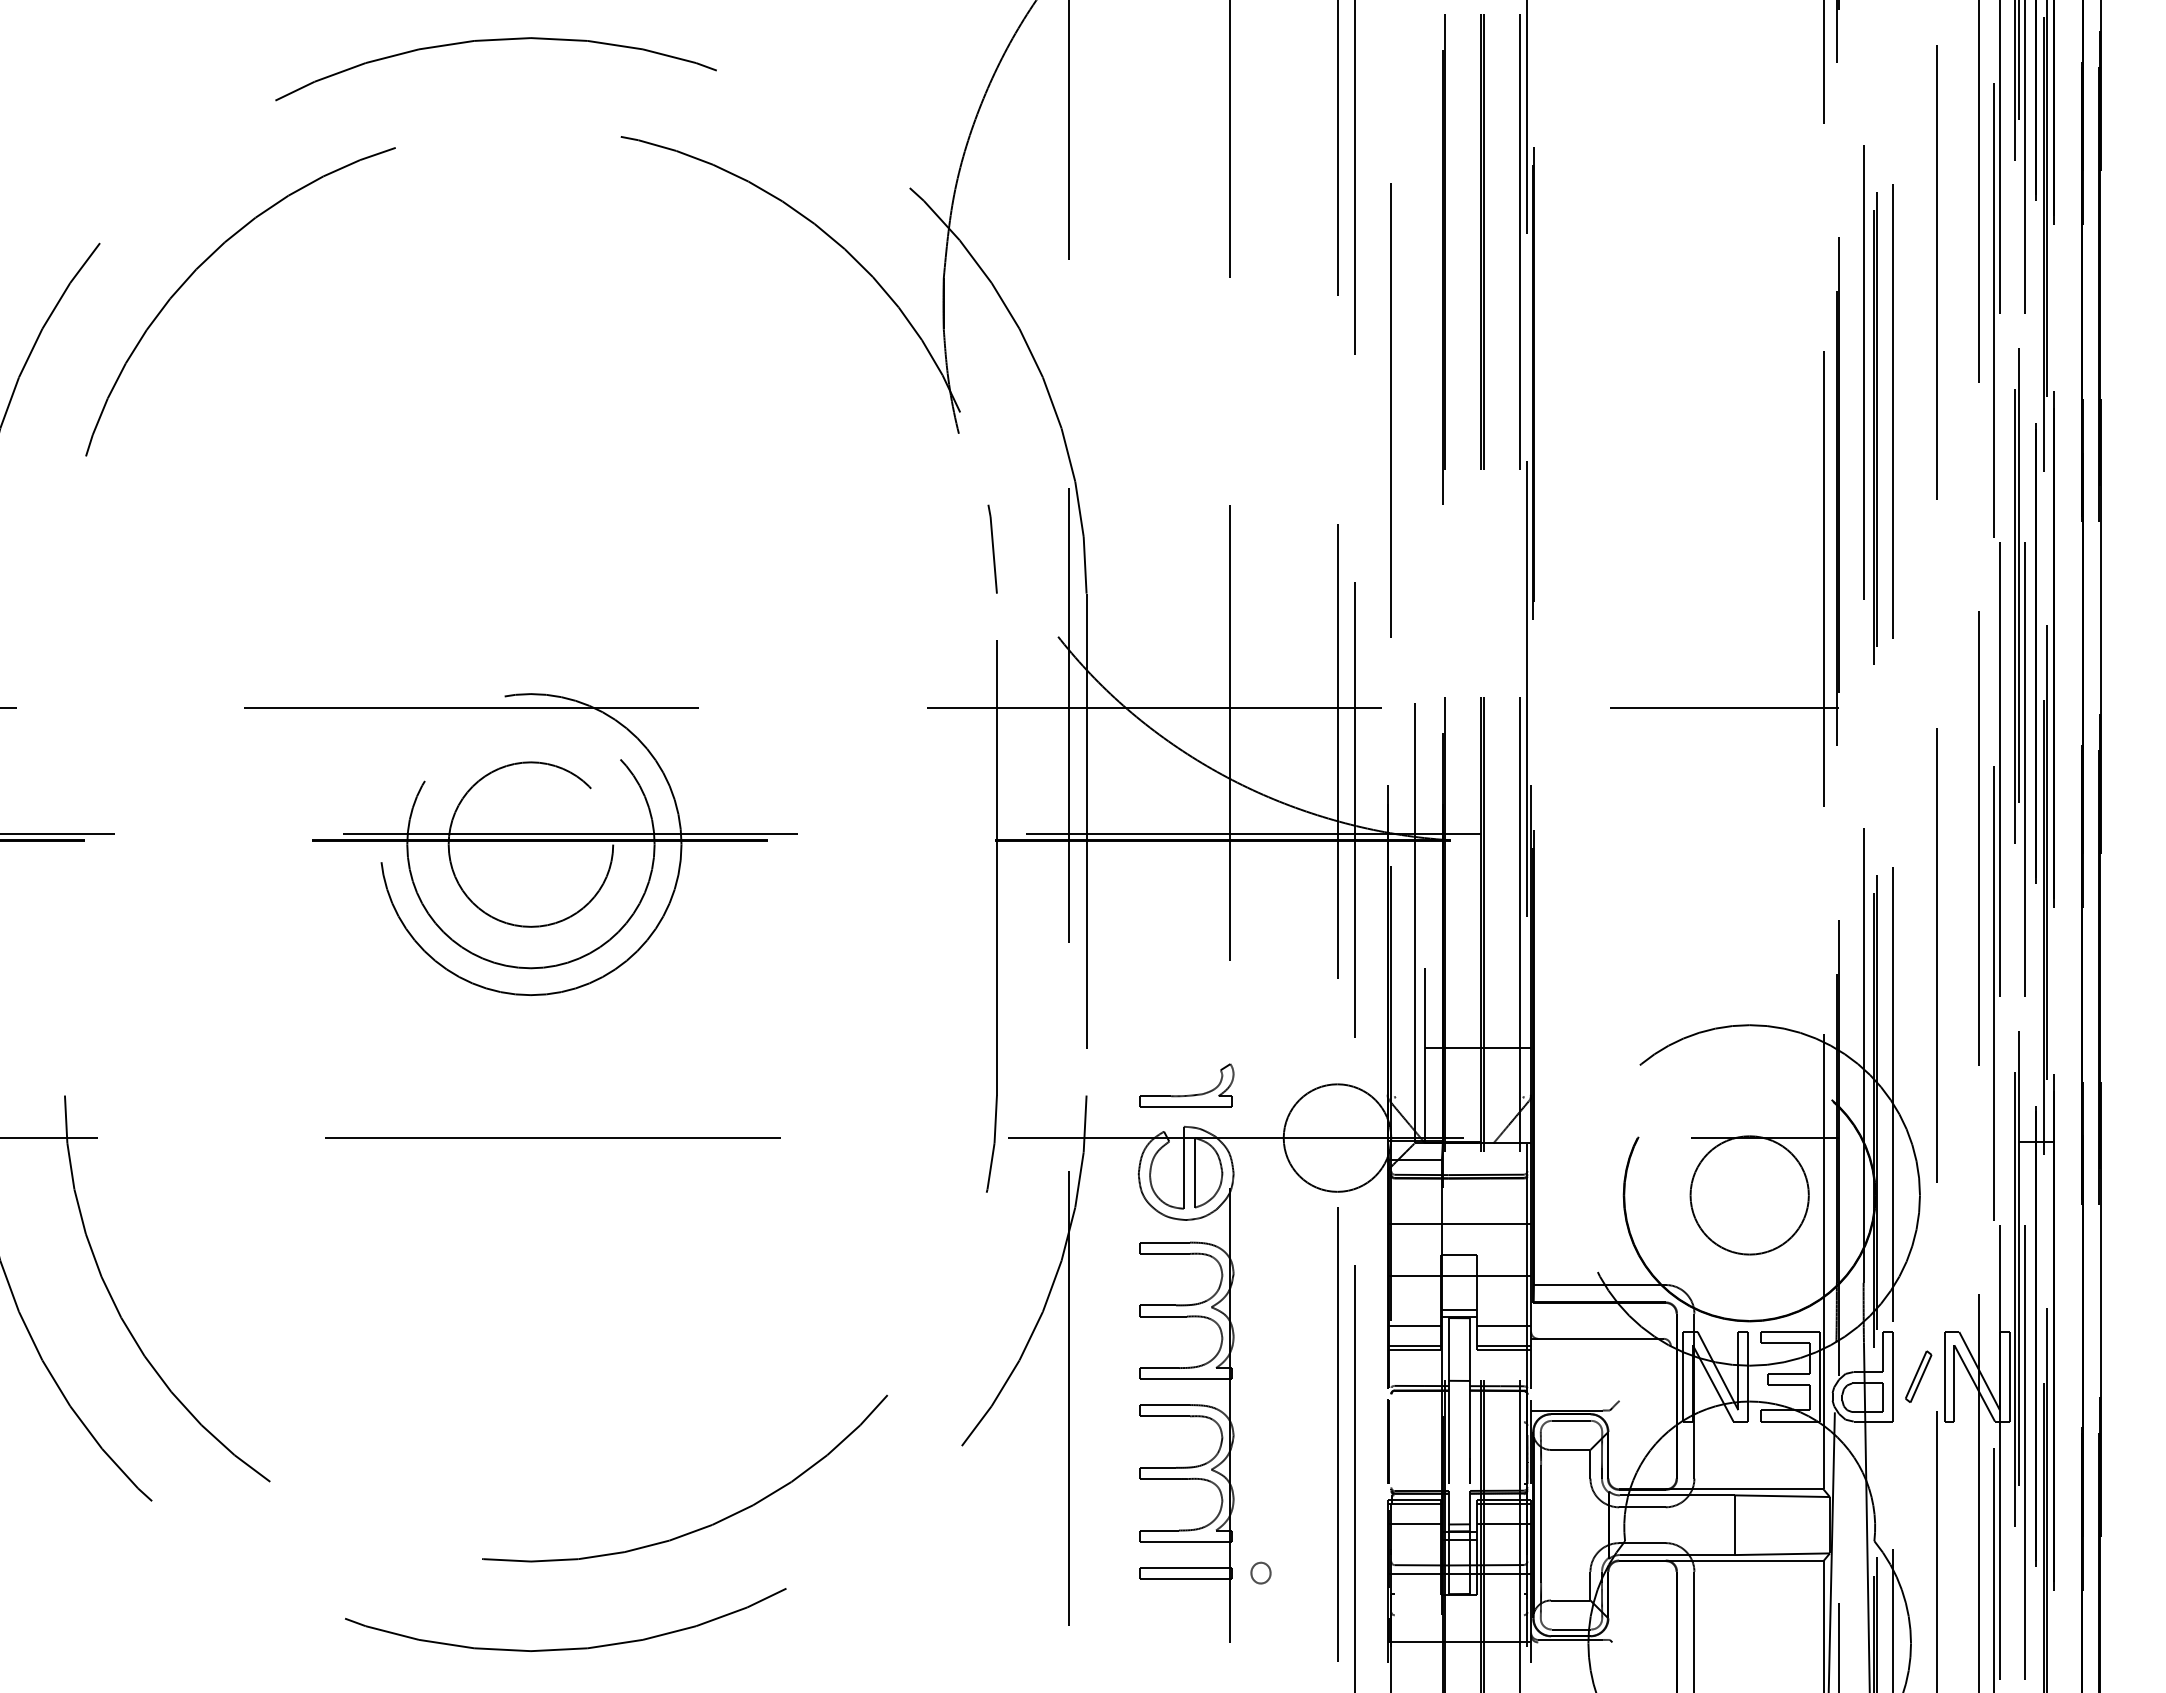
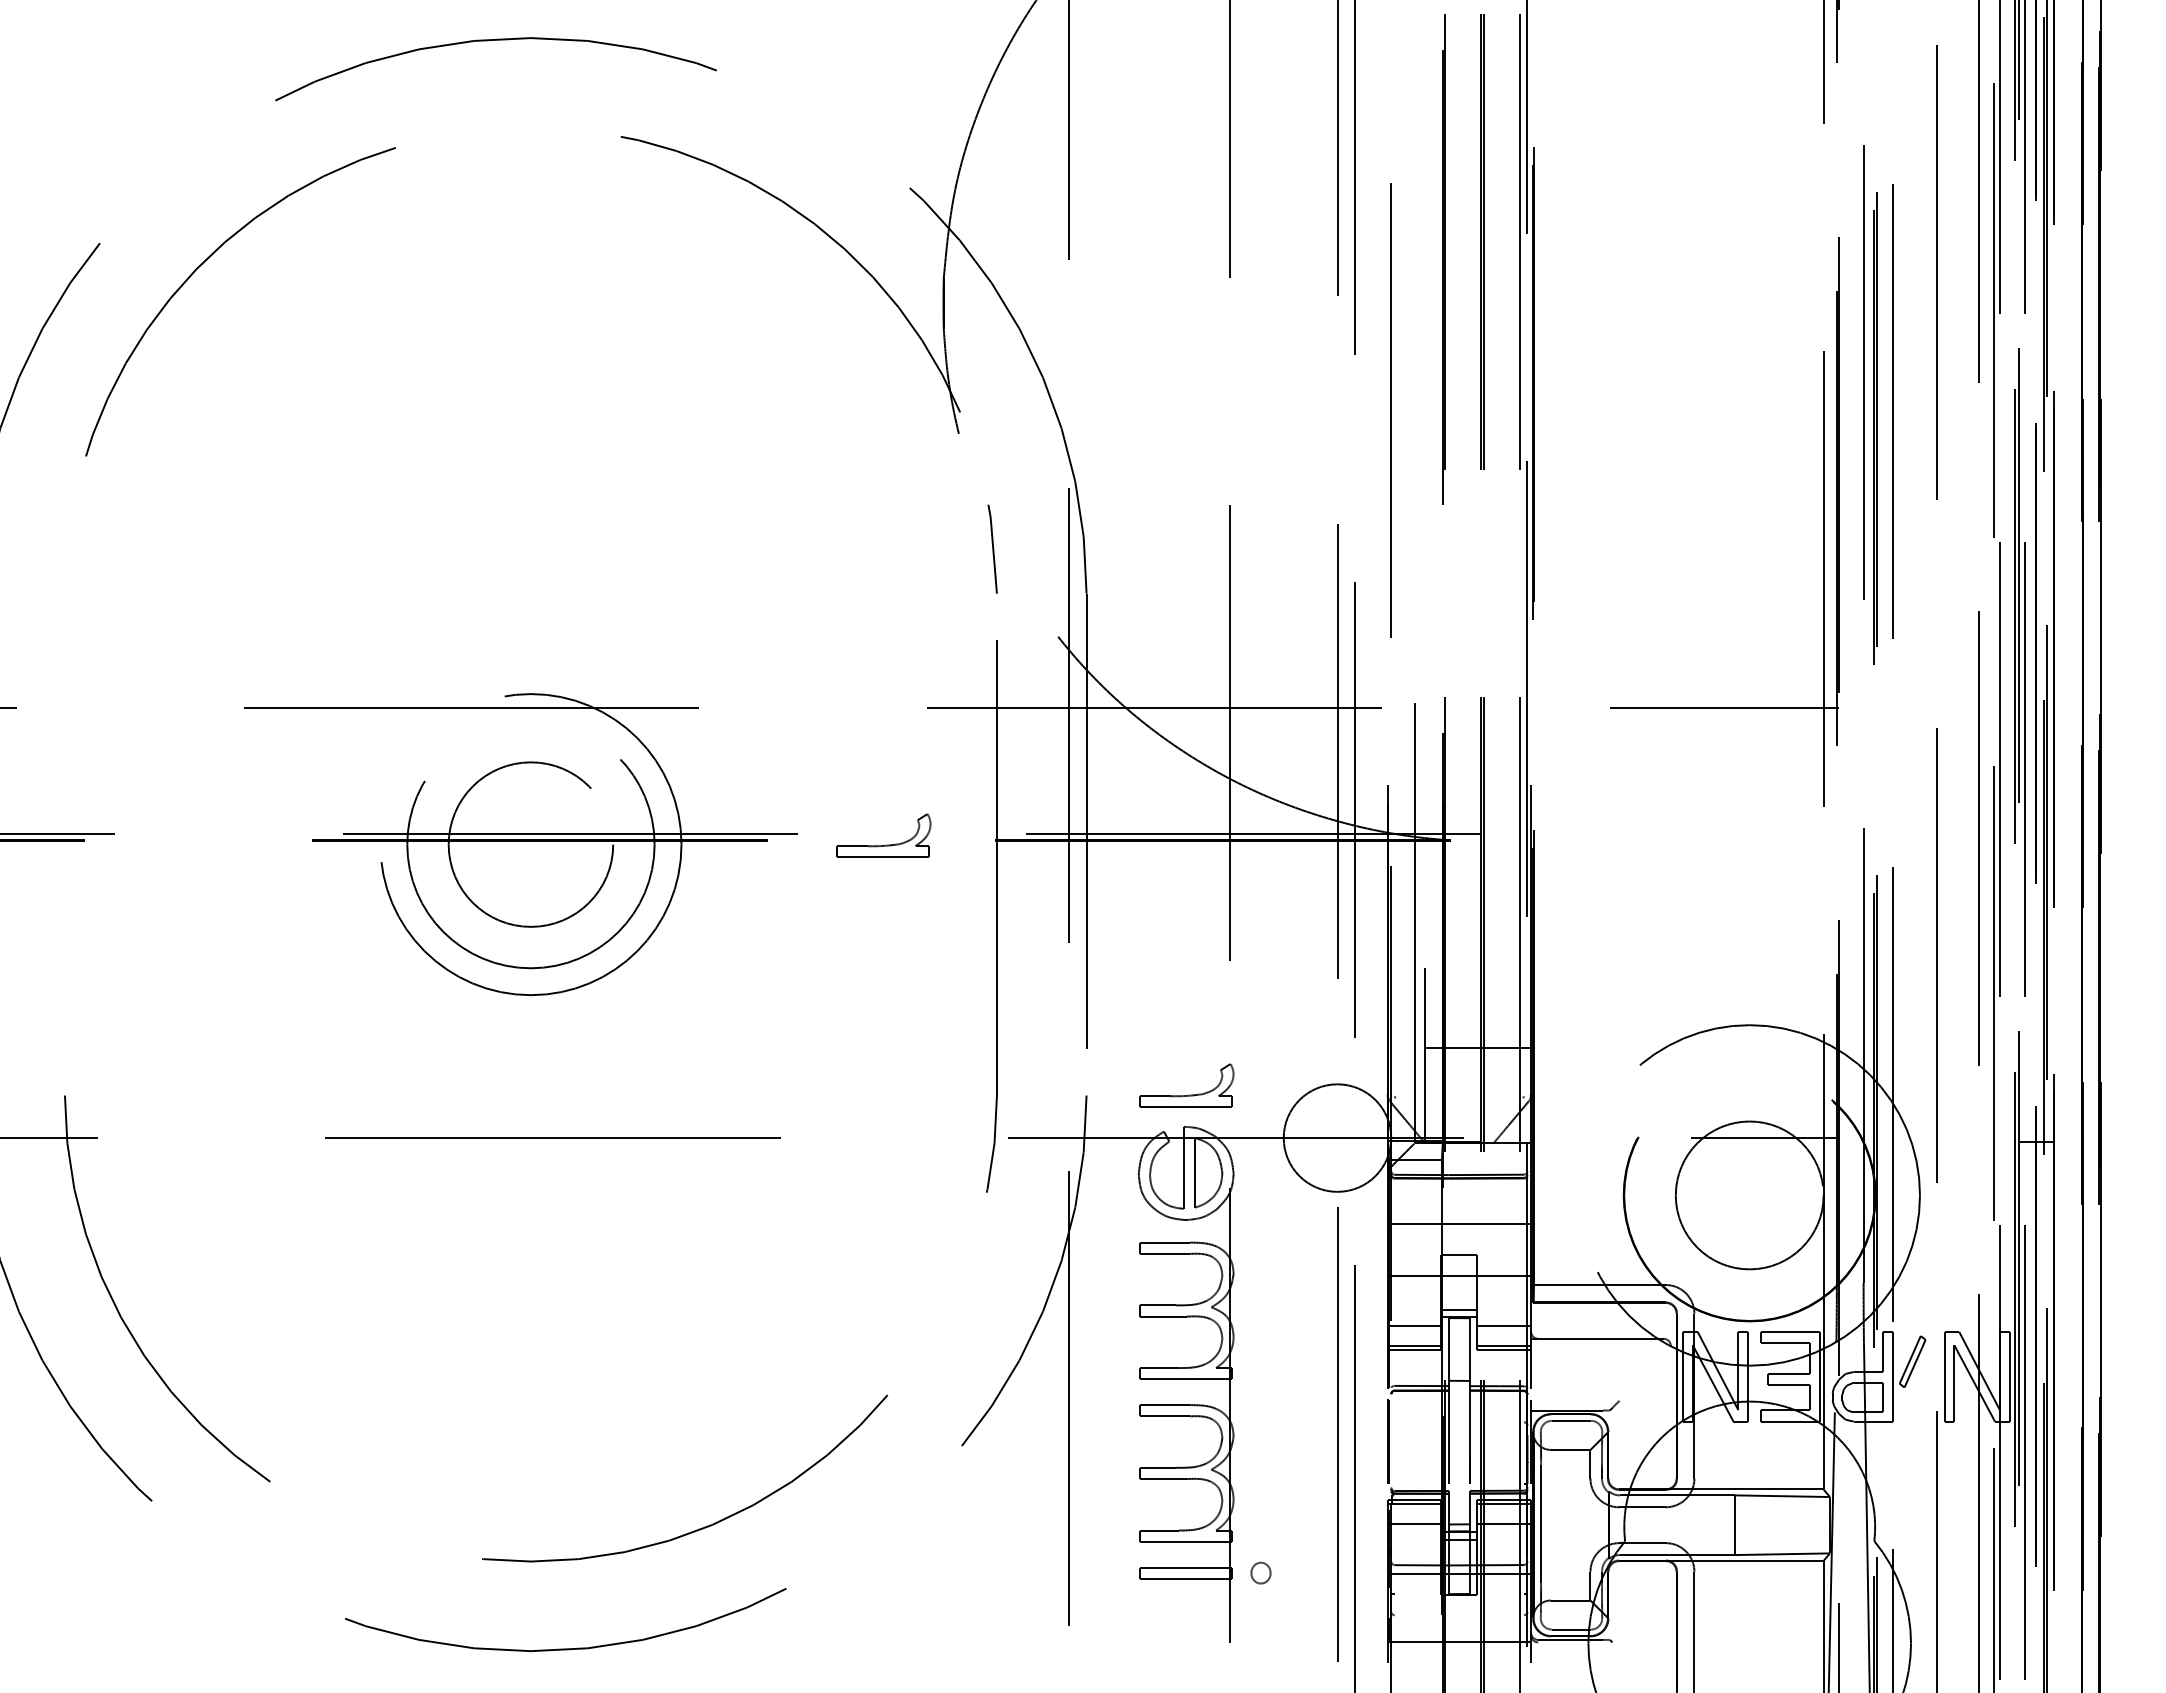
part at (885, 844): none -> present
circle at (1749, 1195) diameter: 118 px -> 148 px
part at (1918, 1376) position: (1918, 1376) -> (1912, 1361)
